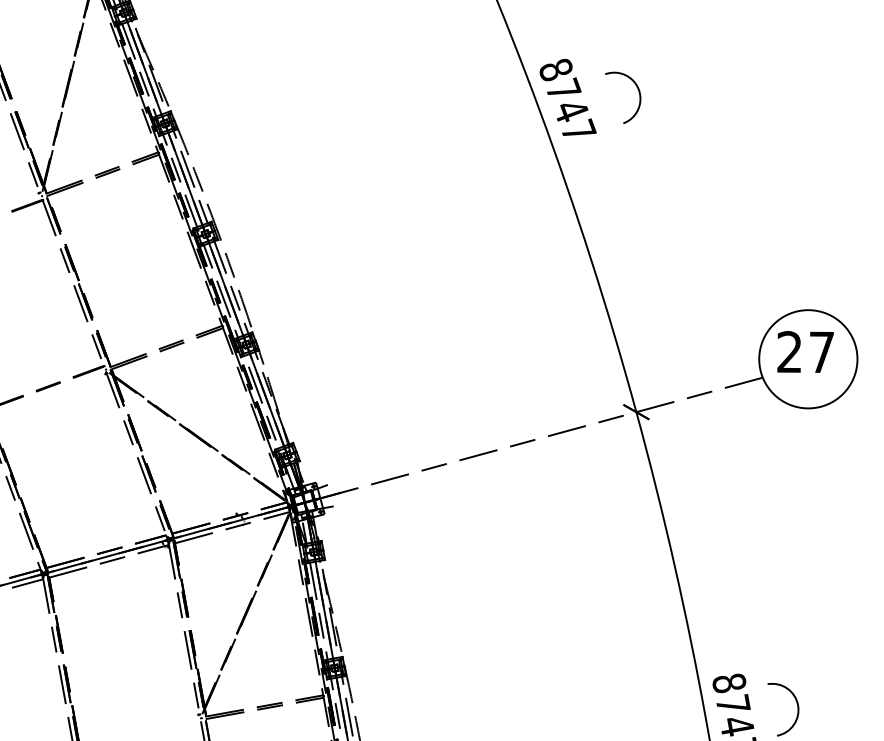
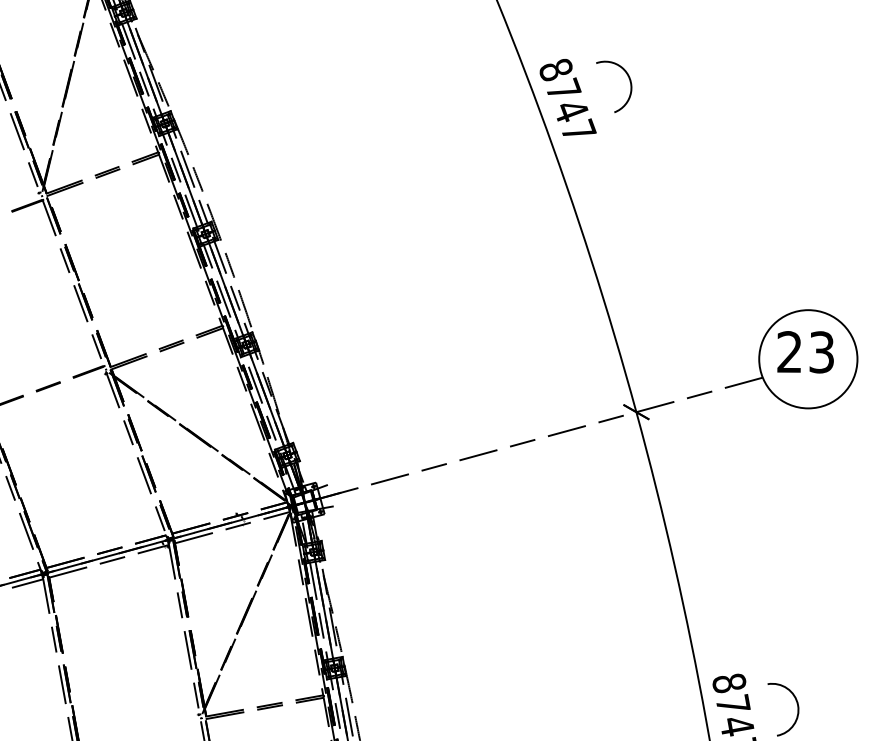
arc at (638, 92) position: (638, 92) -> (629, 81)
text at (821, 352): 27 -> 23
